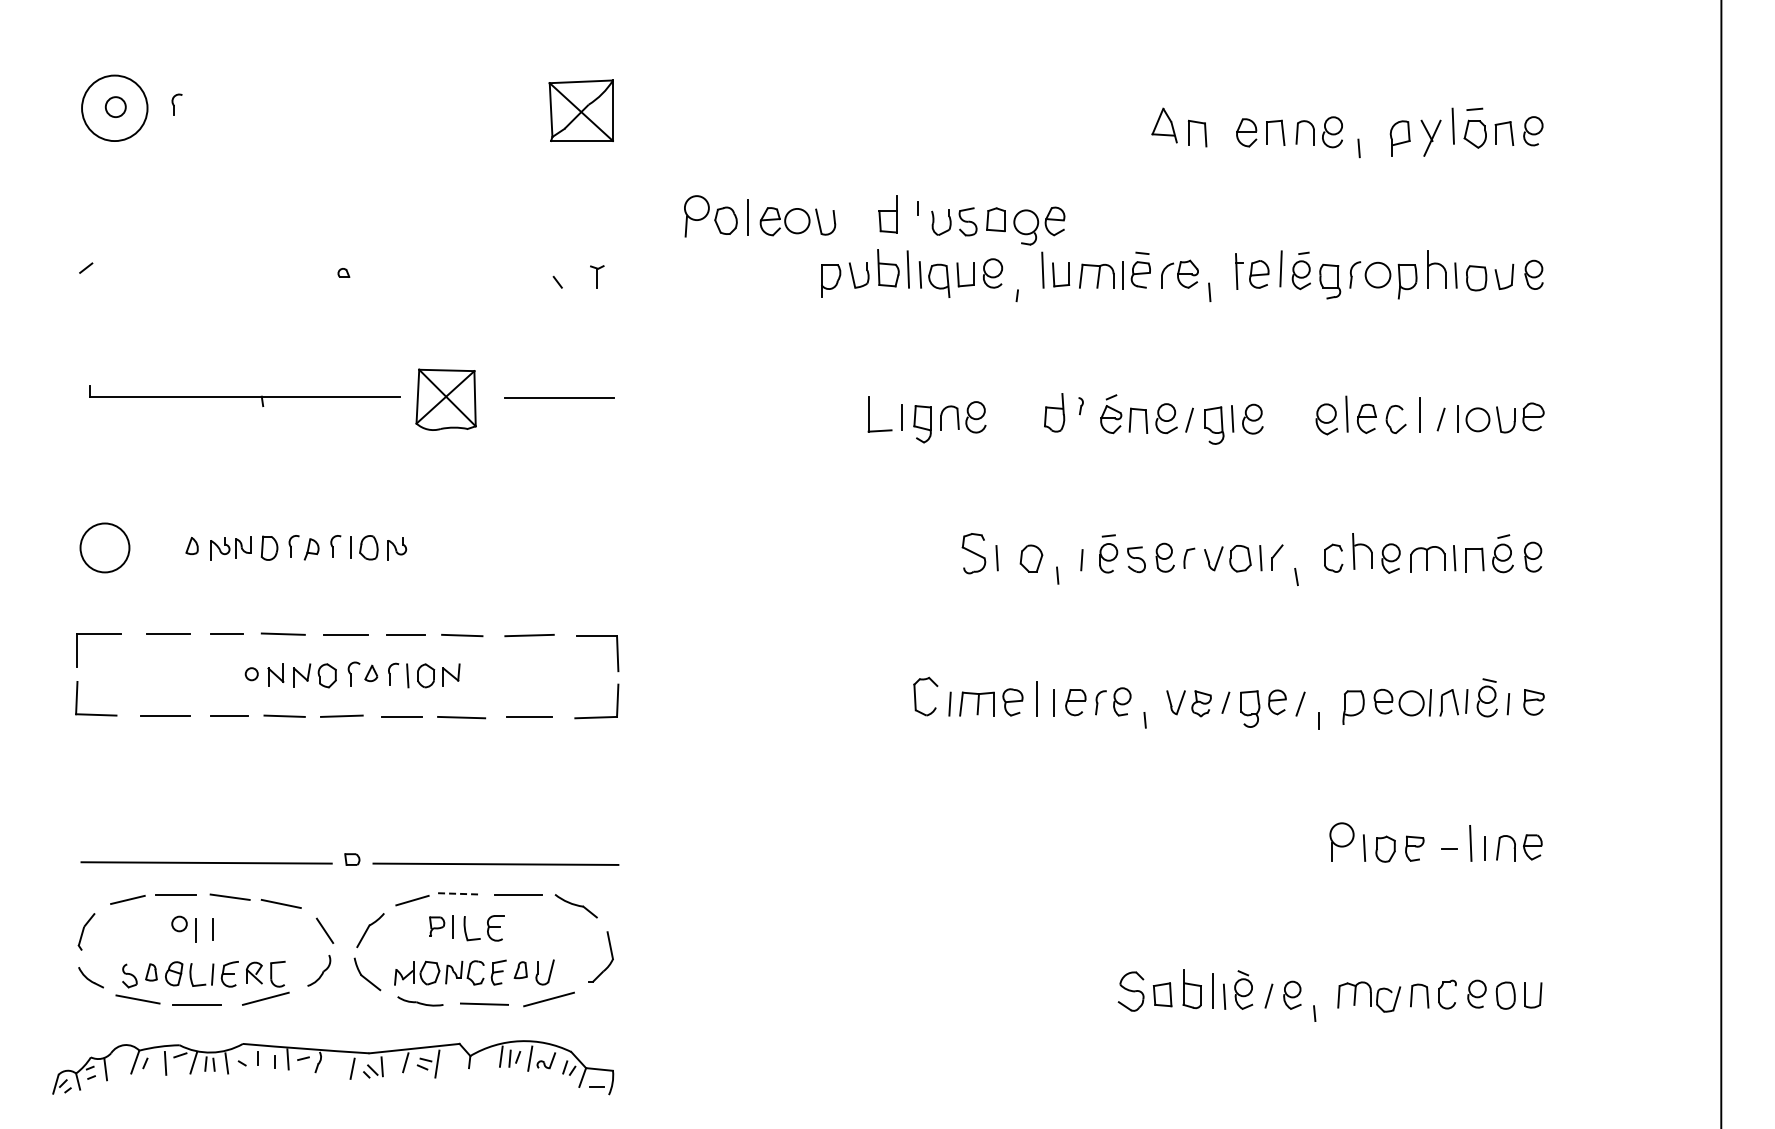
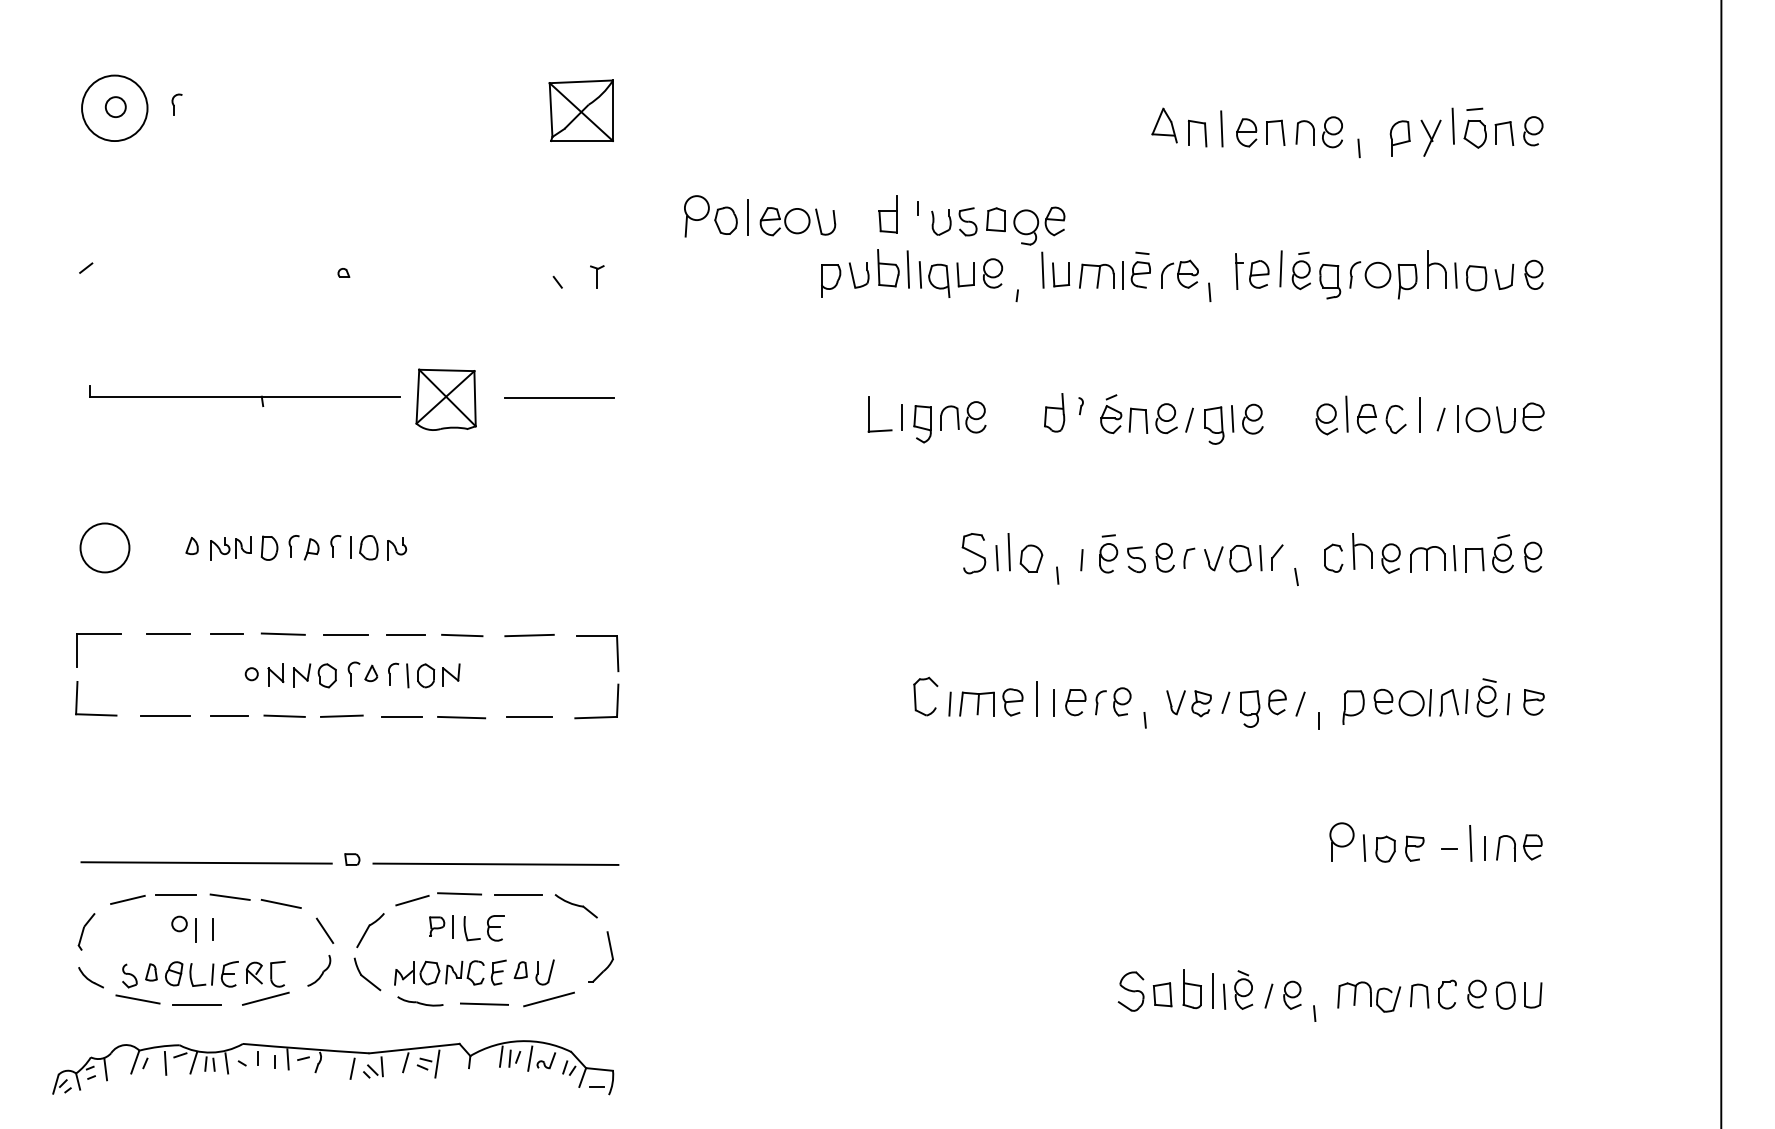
line at (1221, 128): none -> present
line at (1008, 551): none -> present
line at (459, 893): dashed -> solid
